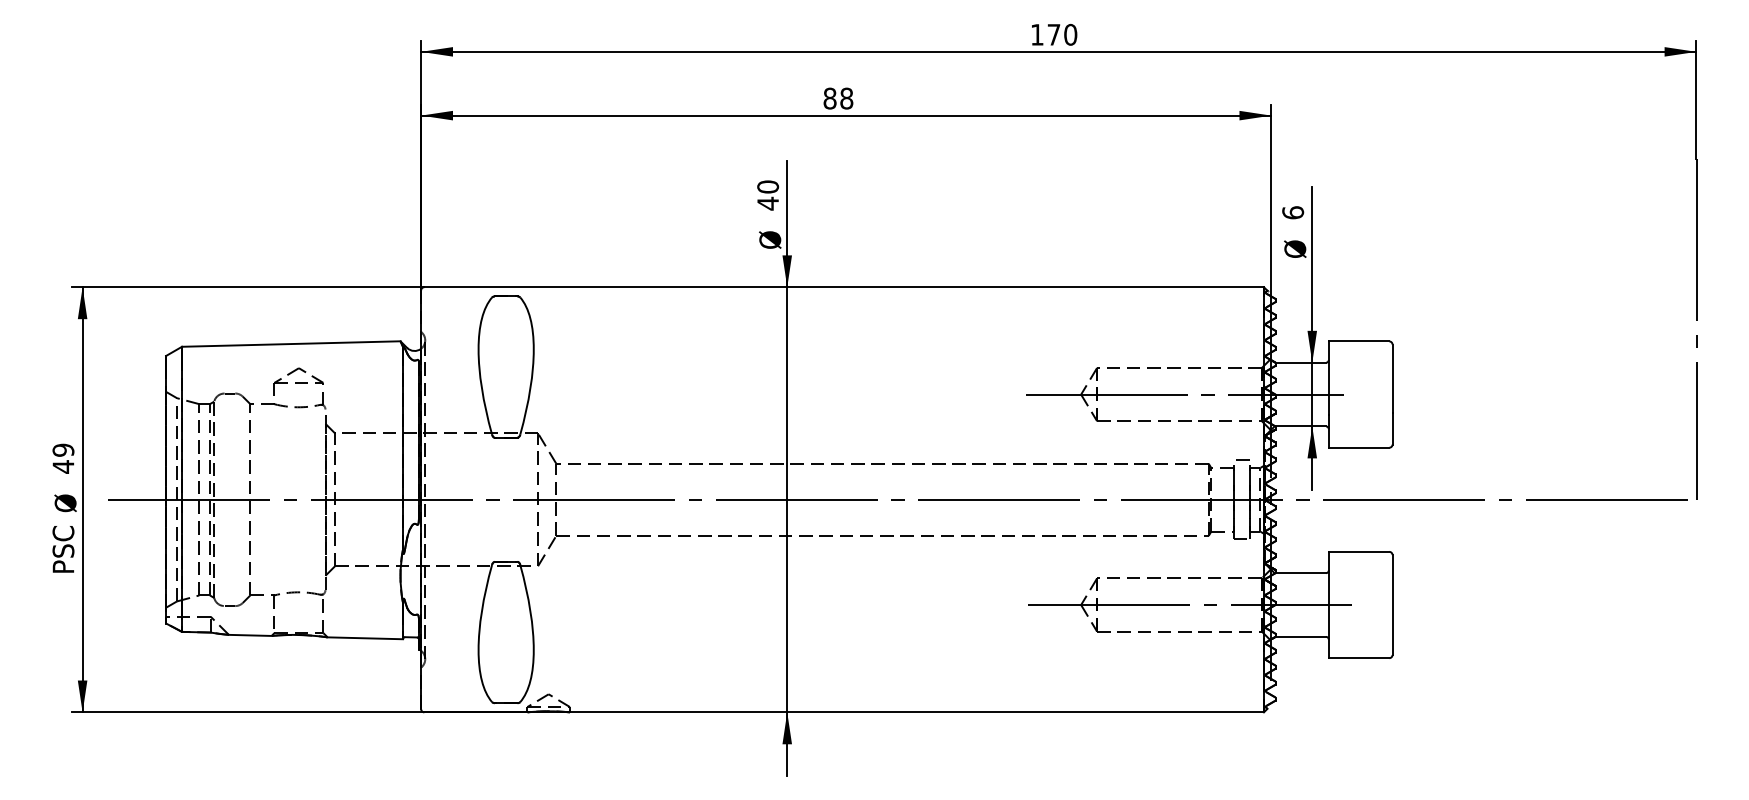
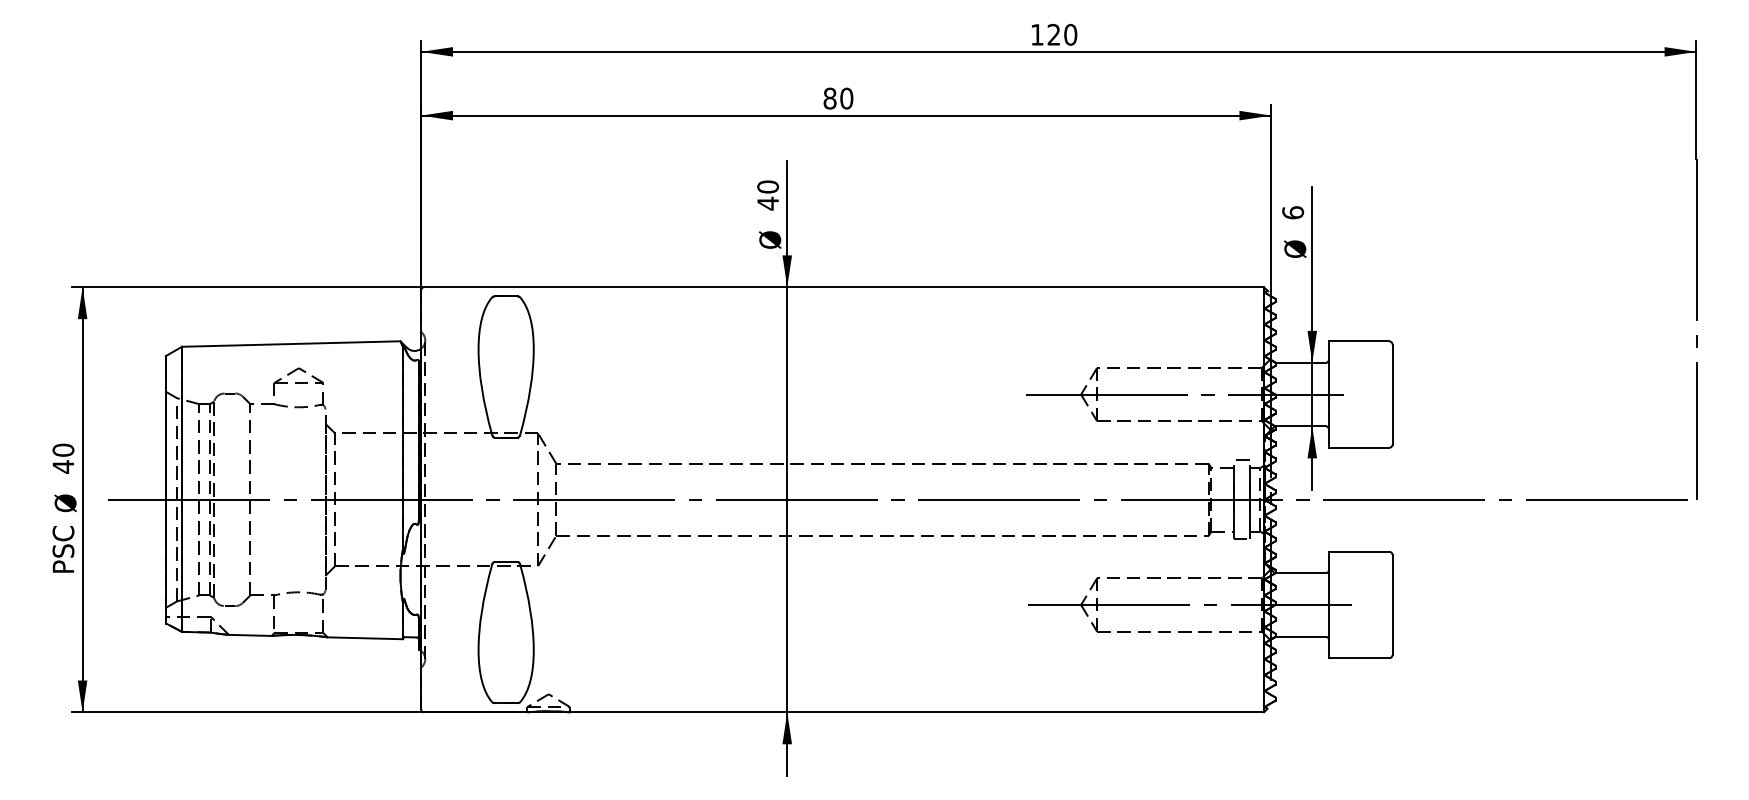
text at (1053, 34): 170 -> 120
text at (846, 98): 88 -> 80
text at (63, 449): 49 -> 40
